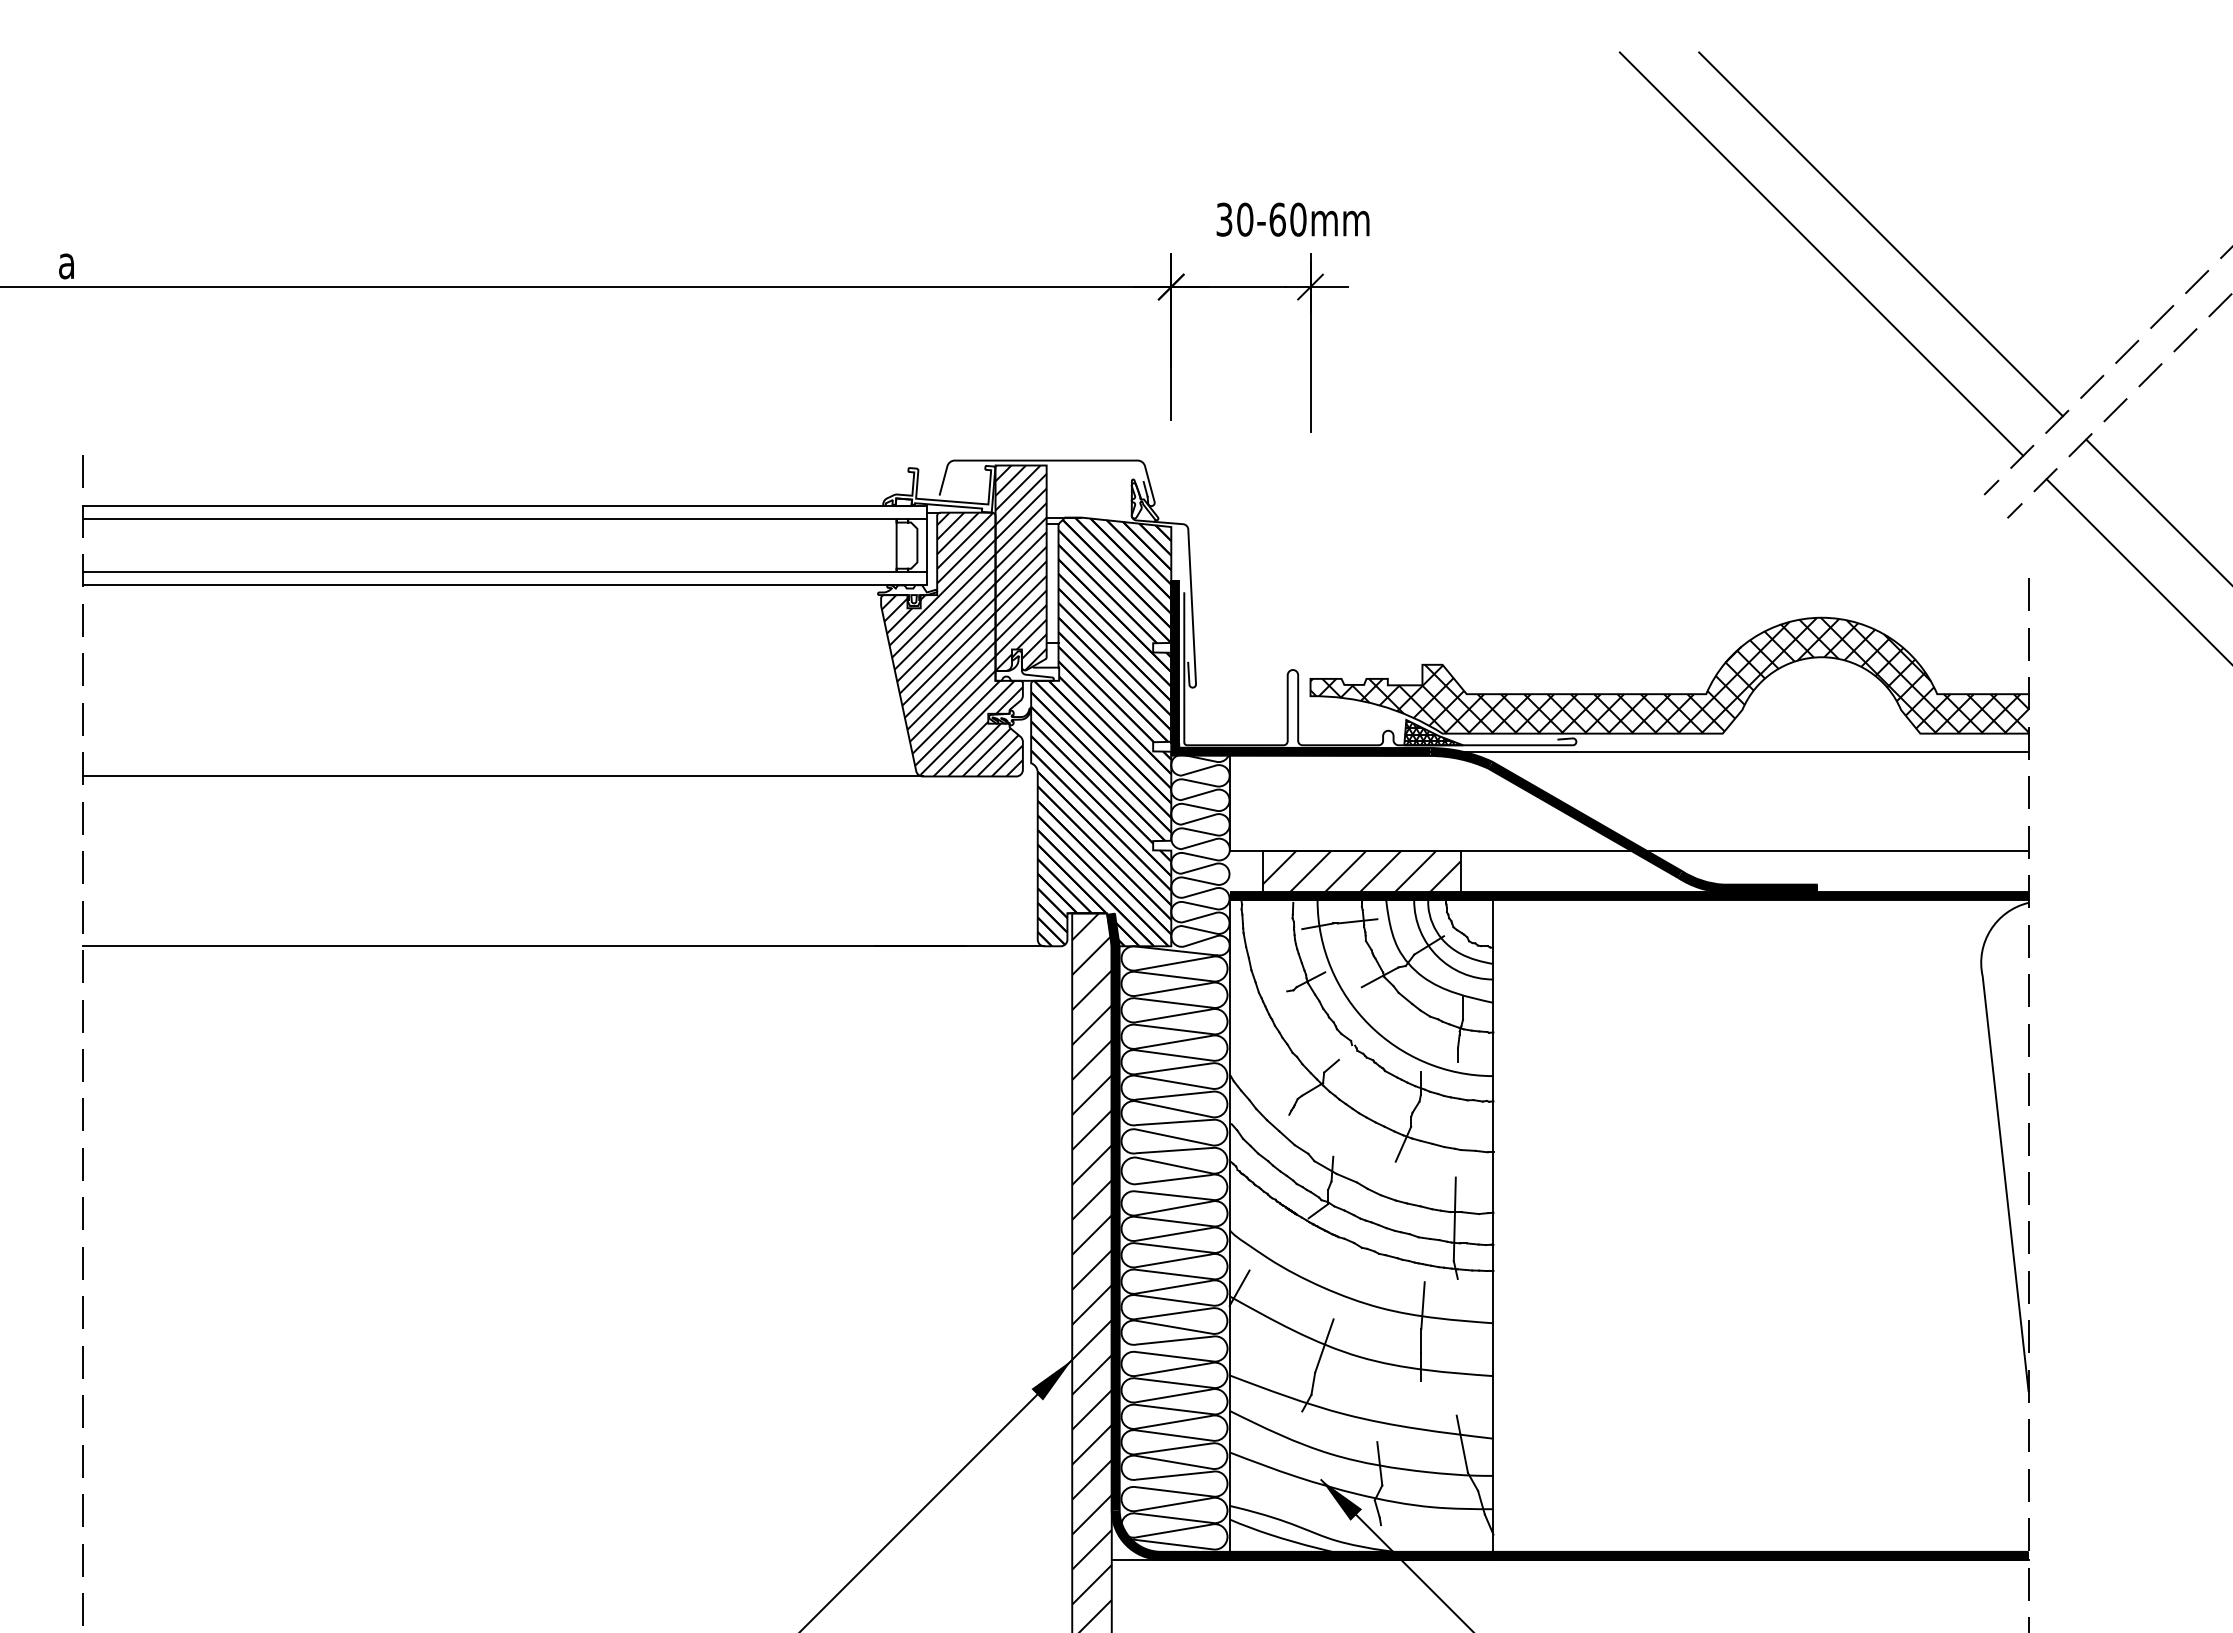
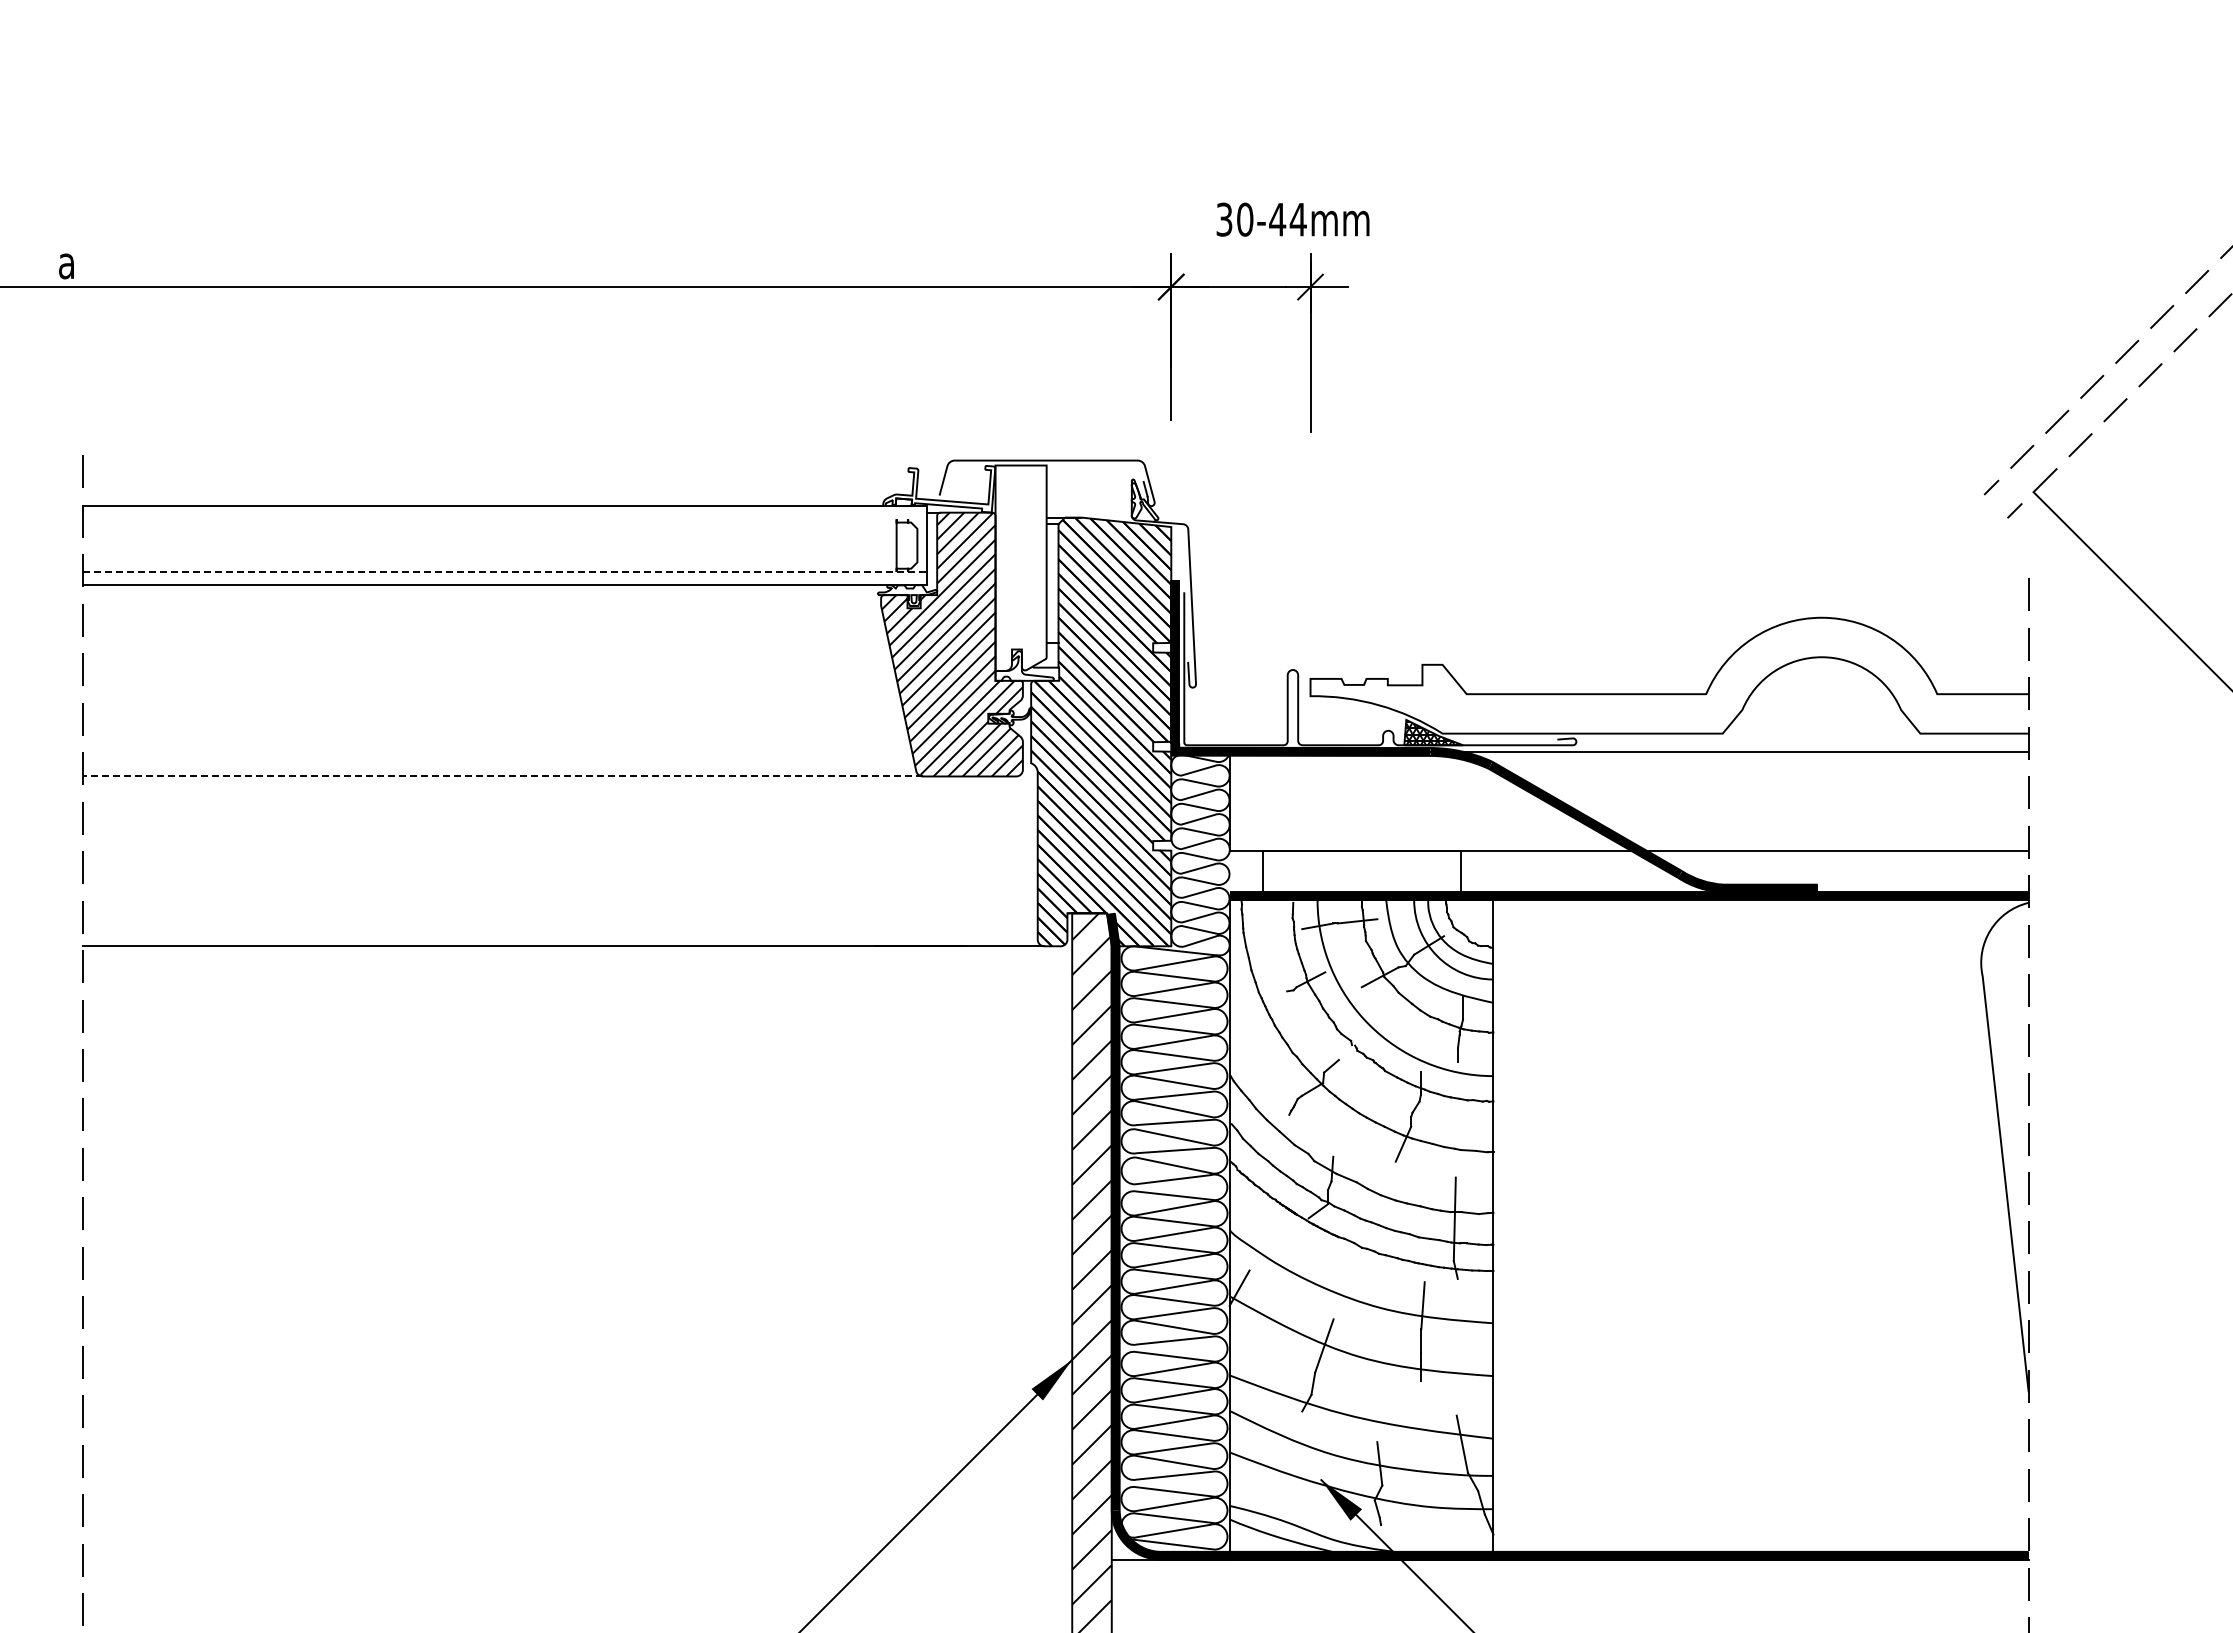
text at (1287, 219): 30-60mm -> 30-44mm
line at (1880, 234): present -> none
line at (1821, 253): present -> none
line at (2157, 511): present -> none
line at (505, 519): present -> none
hatch at (1020, 567): present -> none
line at (2137, 570) position: (2137, 570) -> (2131, 590)
line at (505, 572): solid -> dashed
hatch at (1669, 675): present -> none
line at (503, 776): solid -> dashed
hatch at (1361, 875): present -> none
